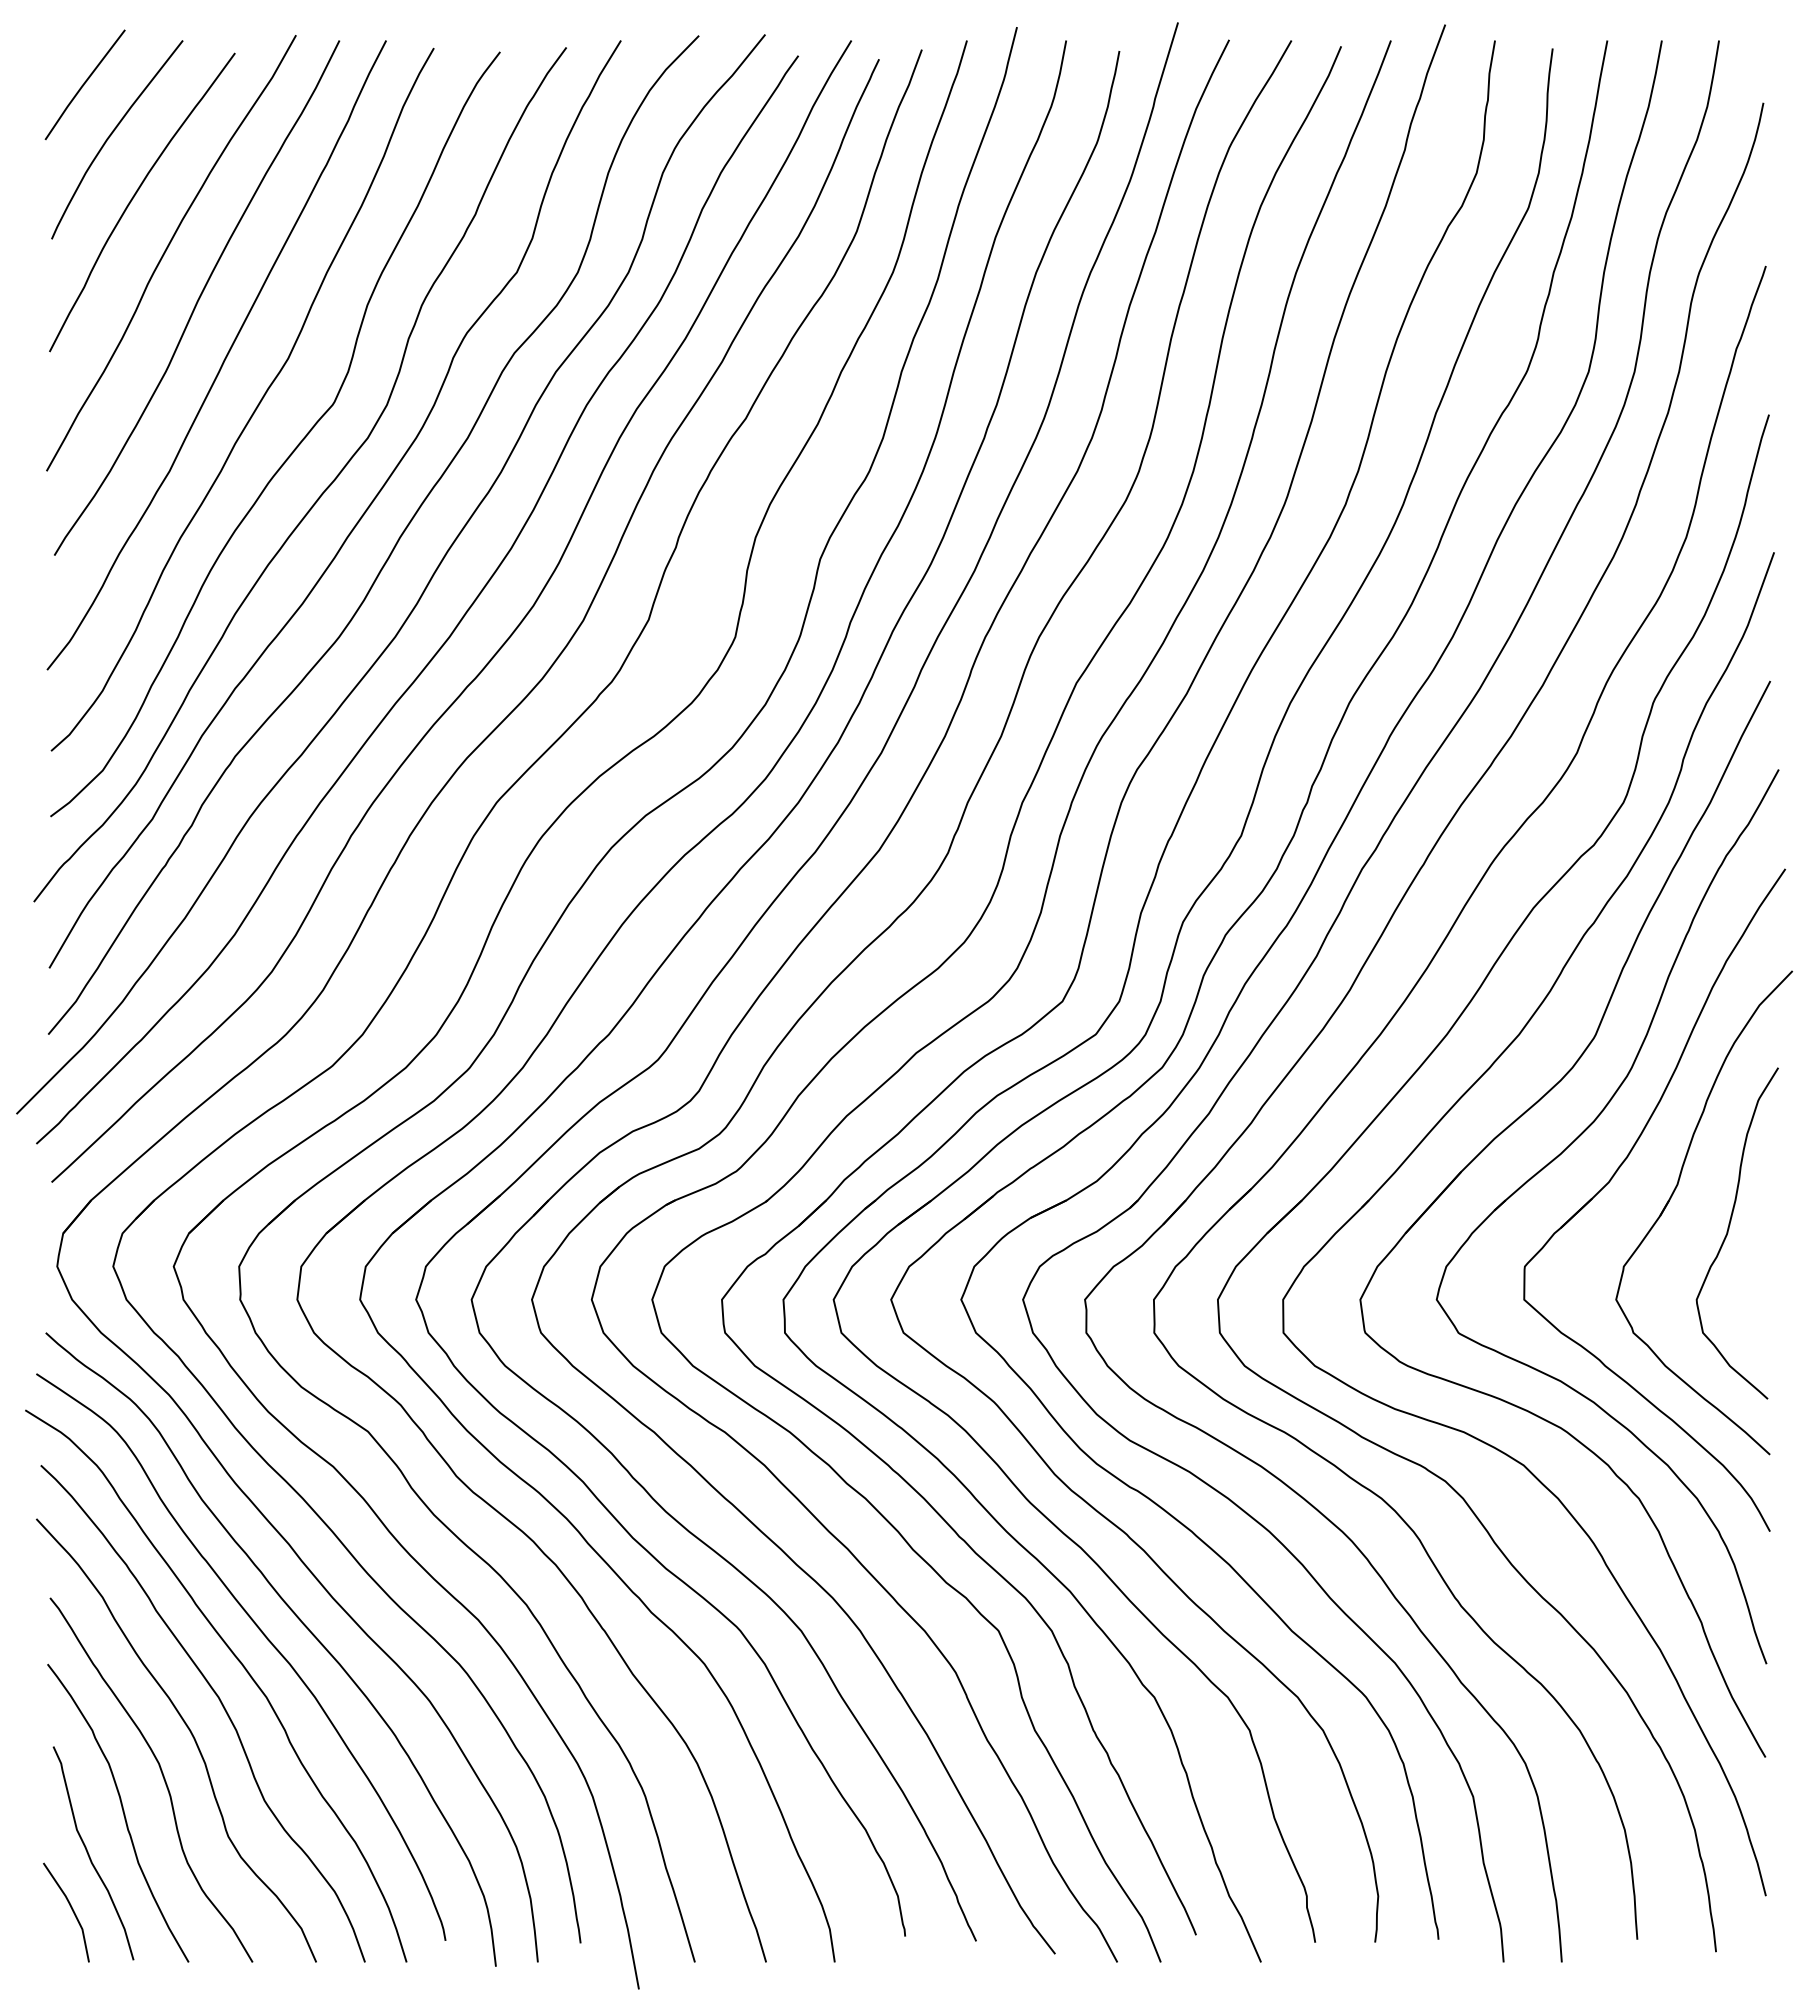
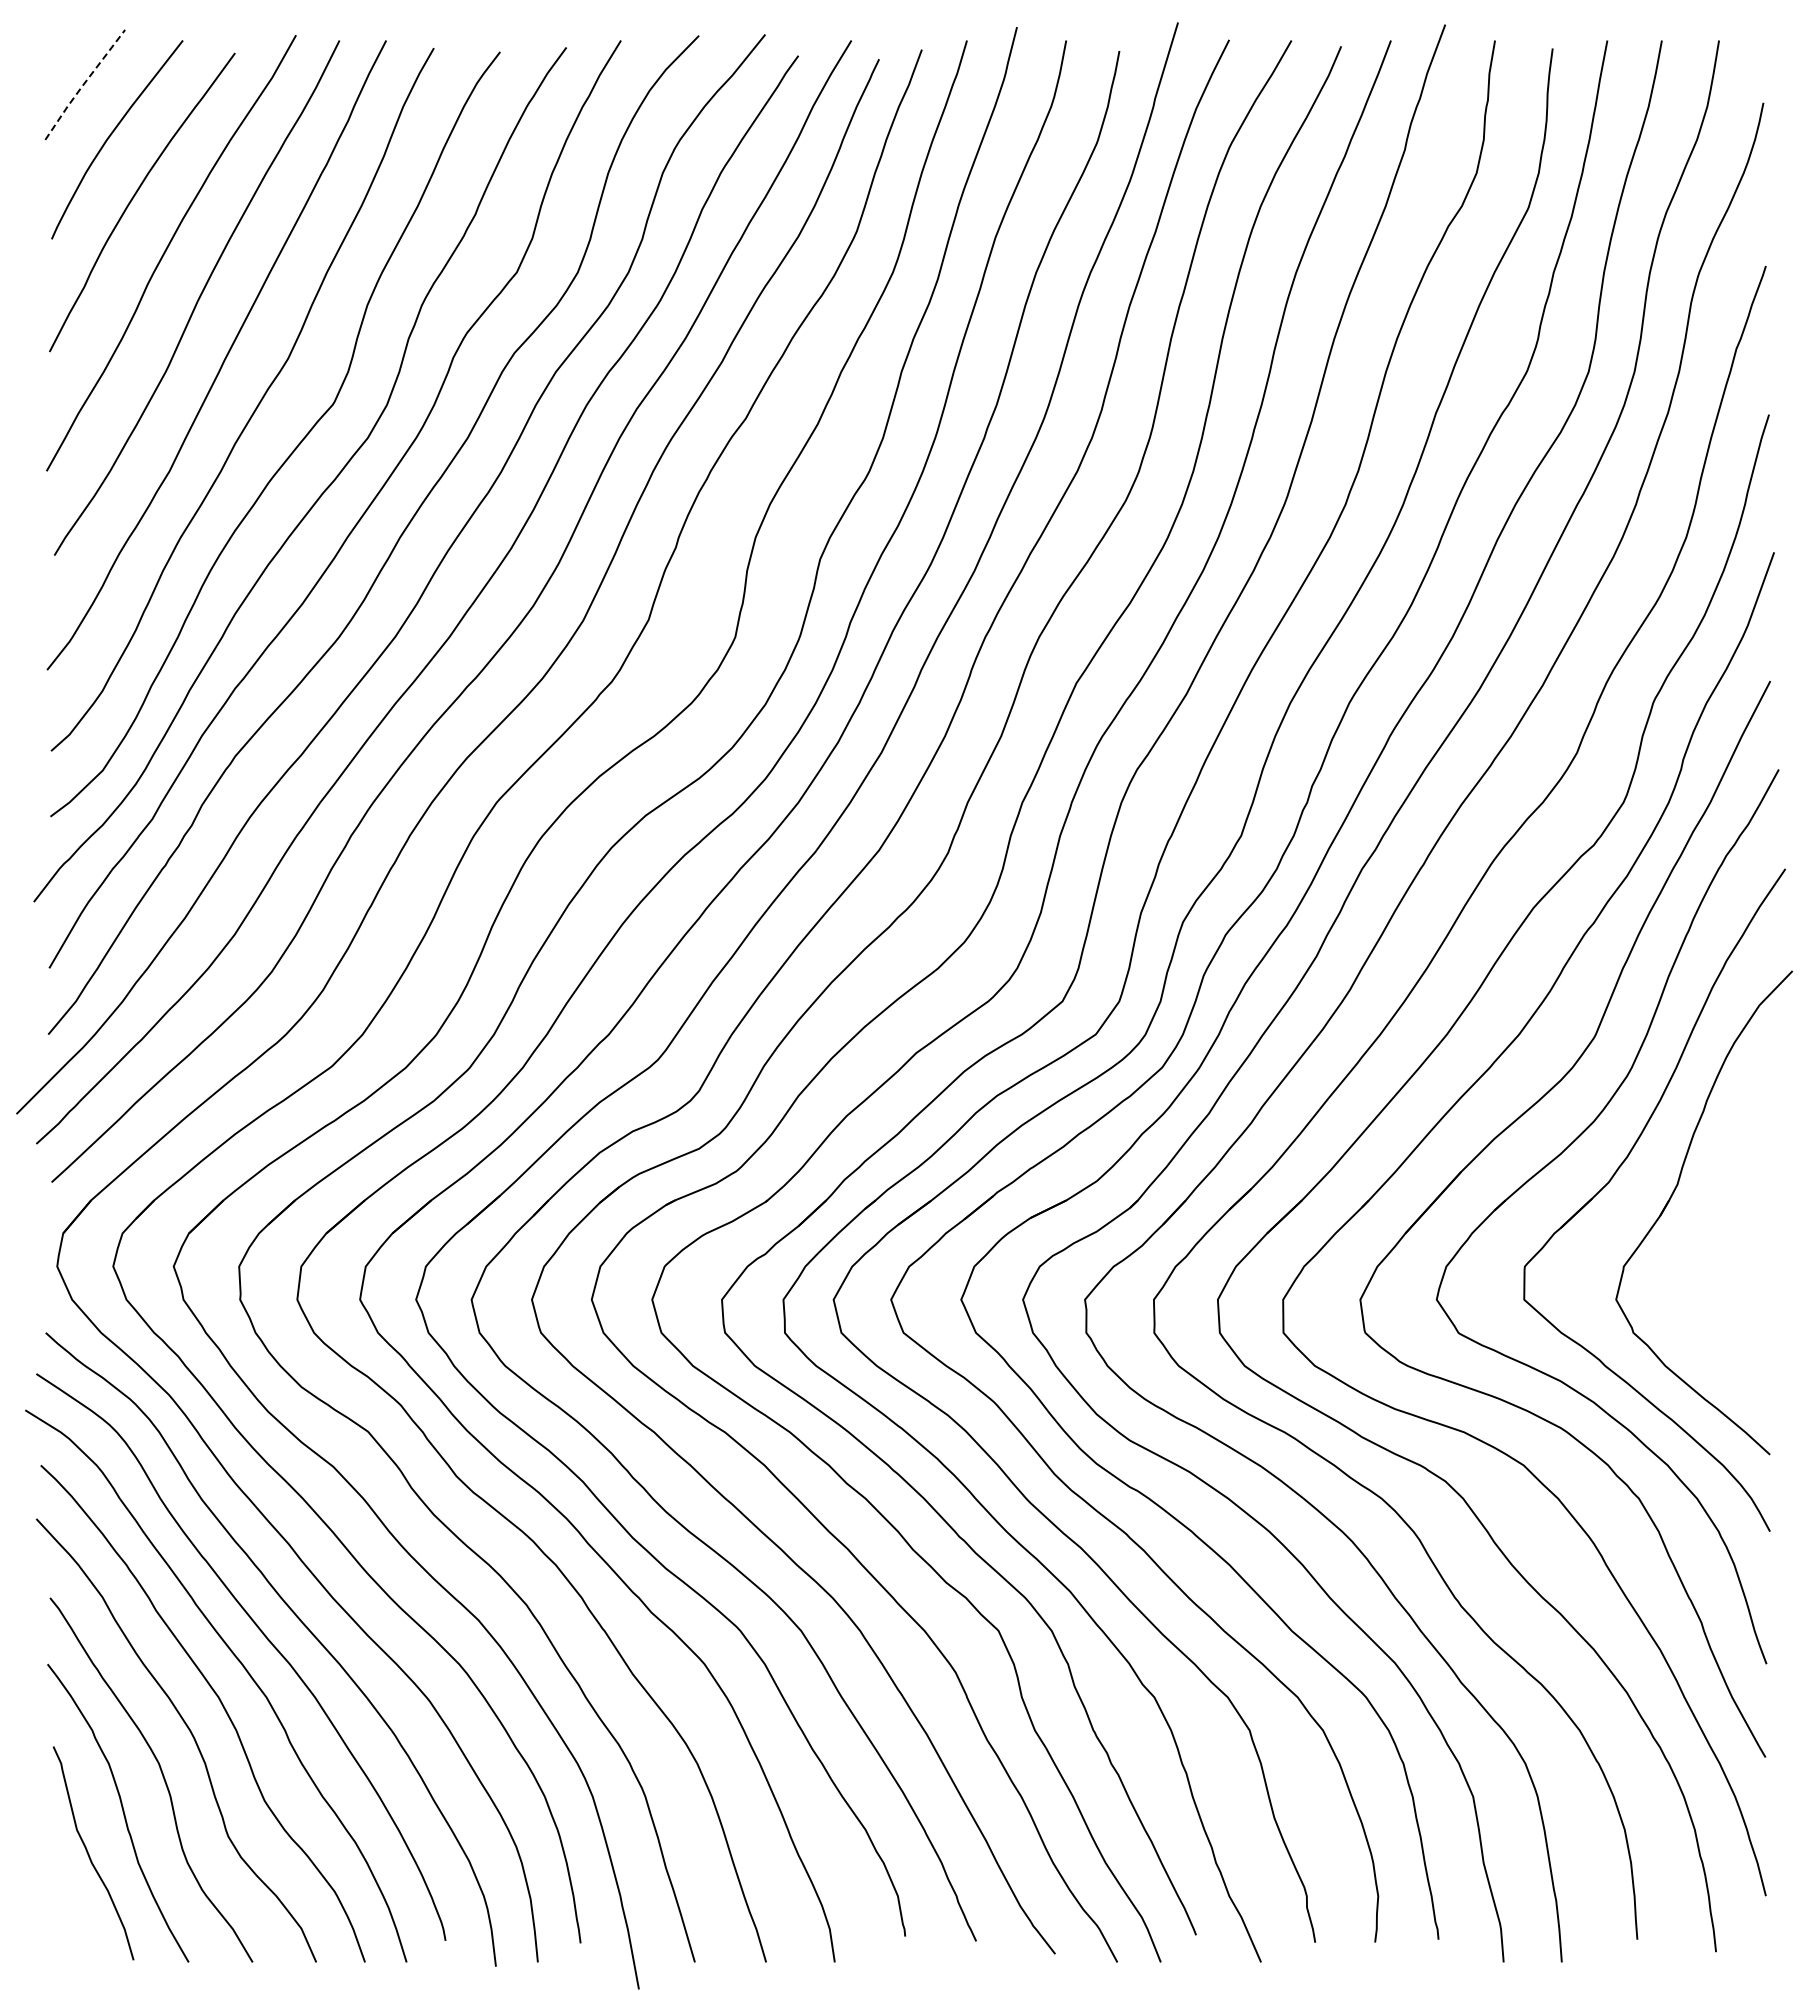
line at (83, 84): solid -> dashed
curve at (1728, 1233): present -> none
line at (71, 1909): present -> none
